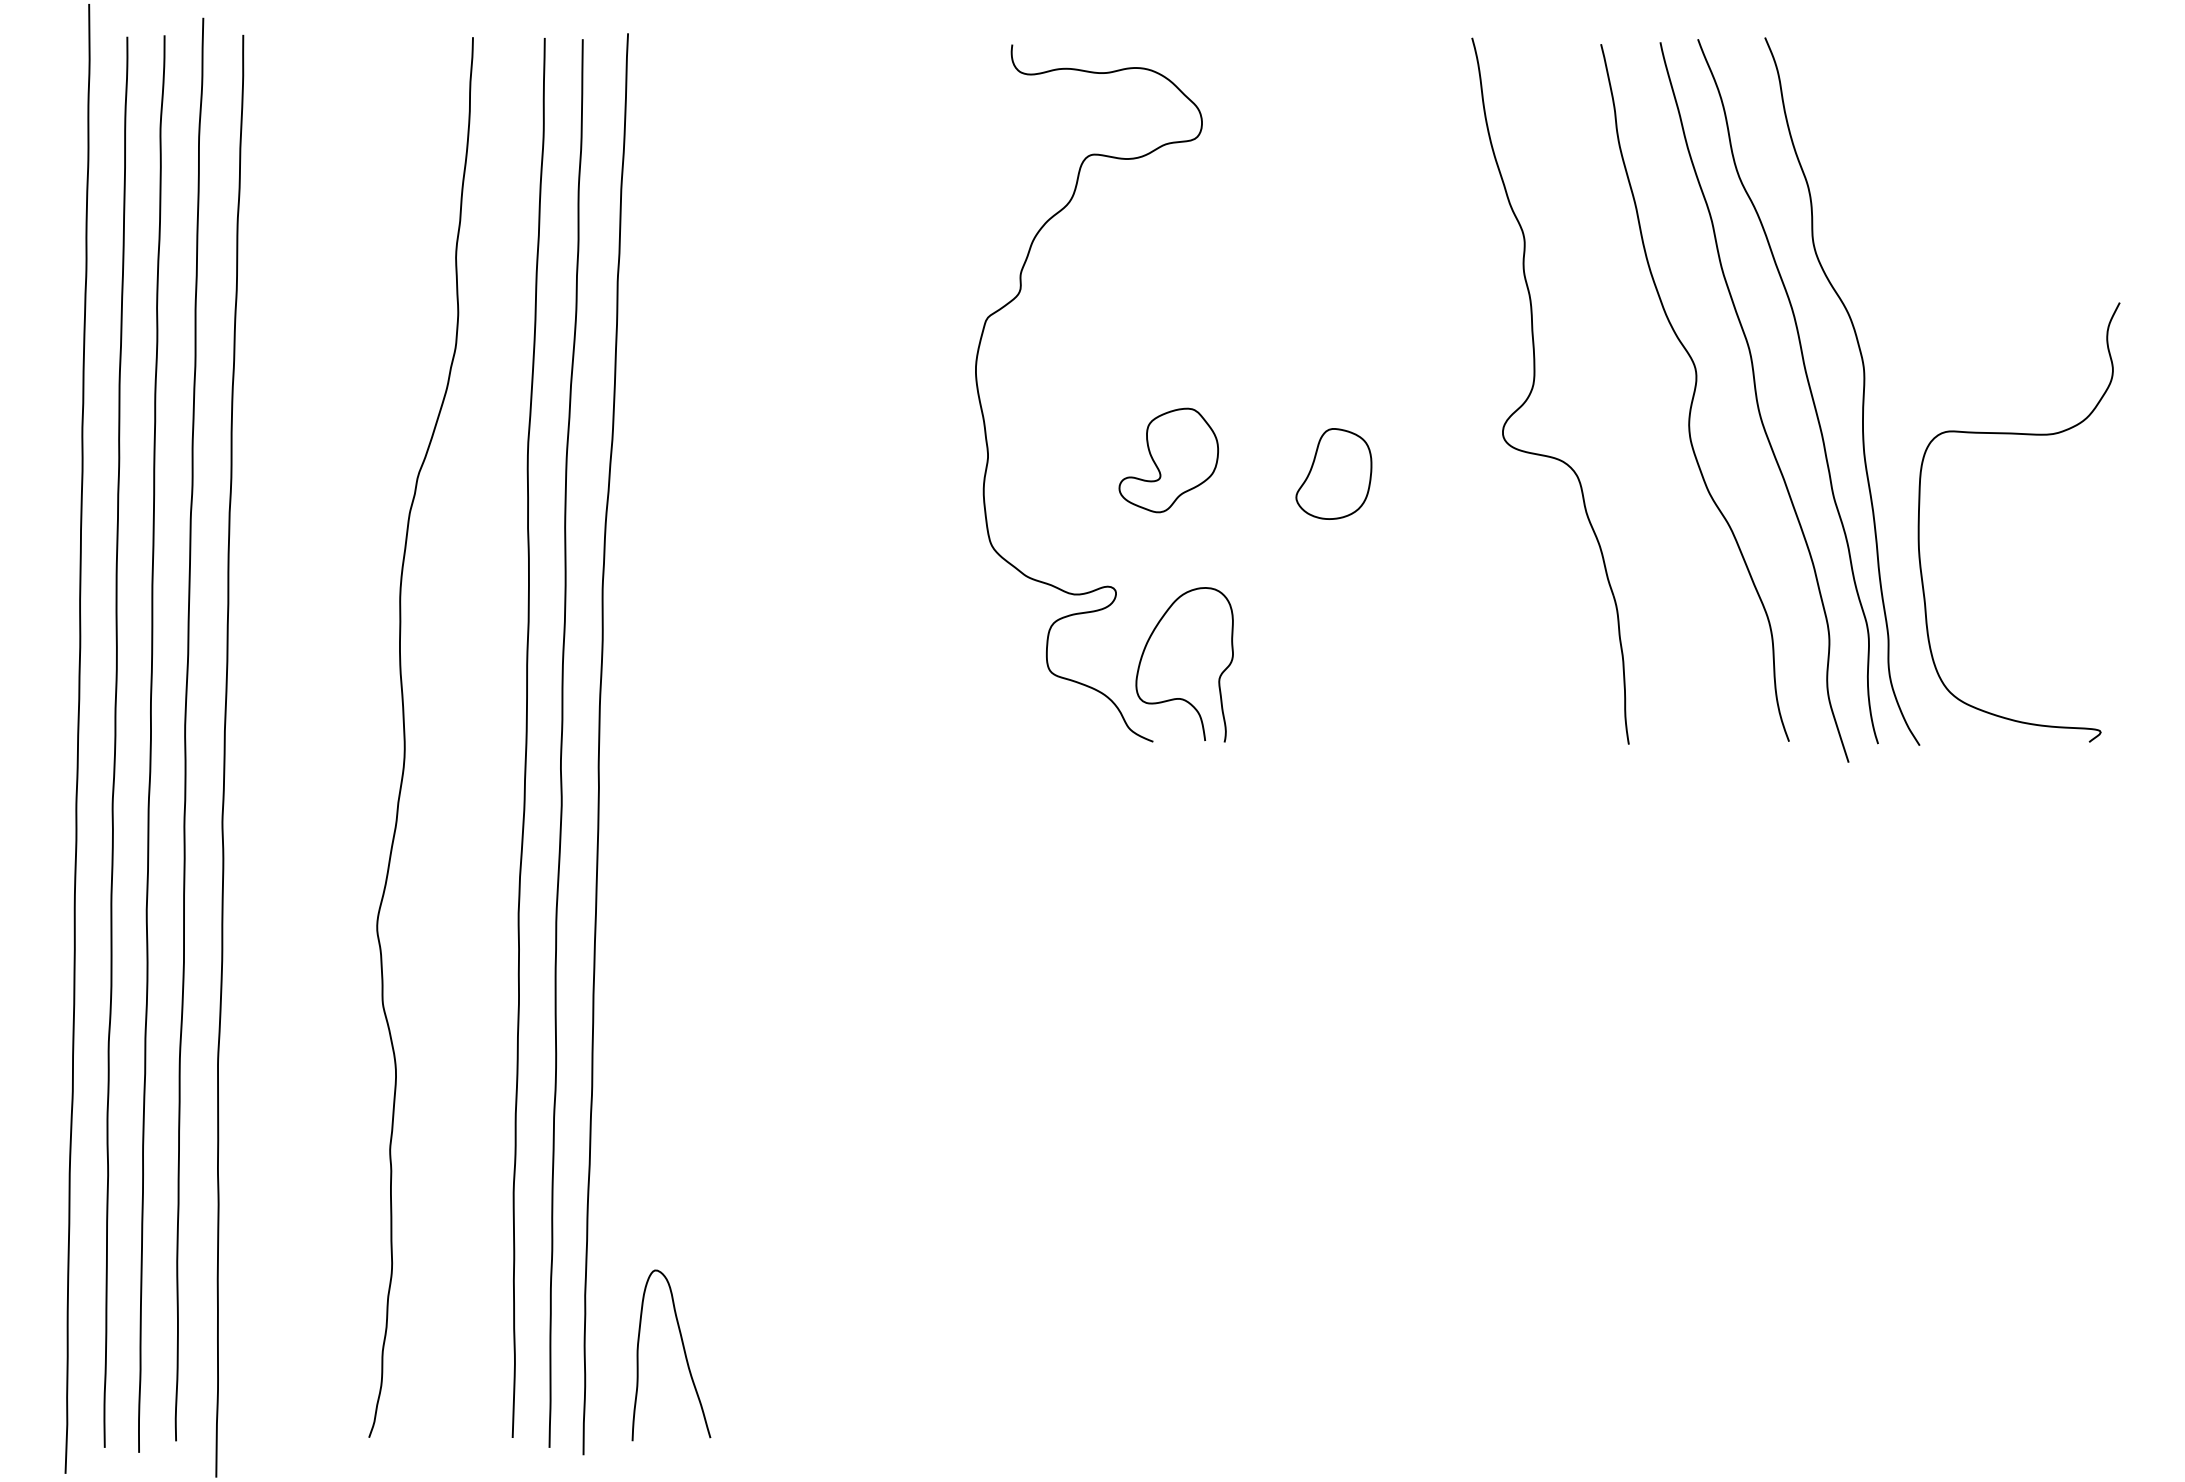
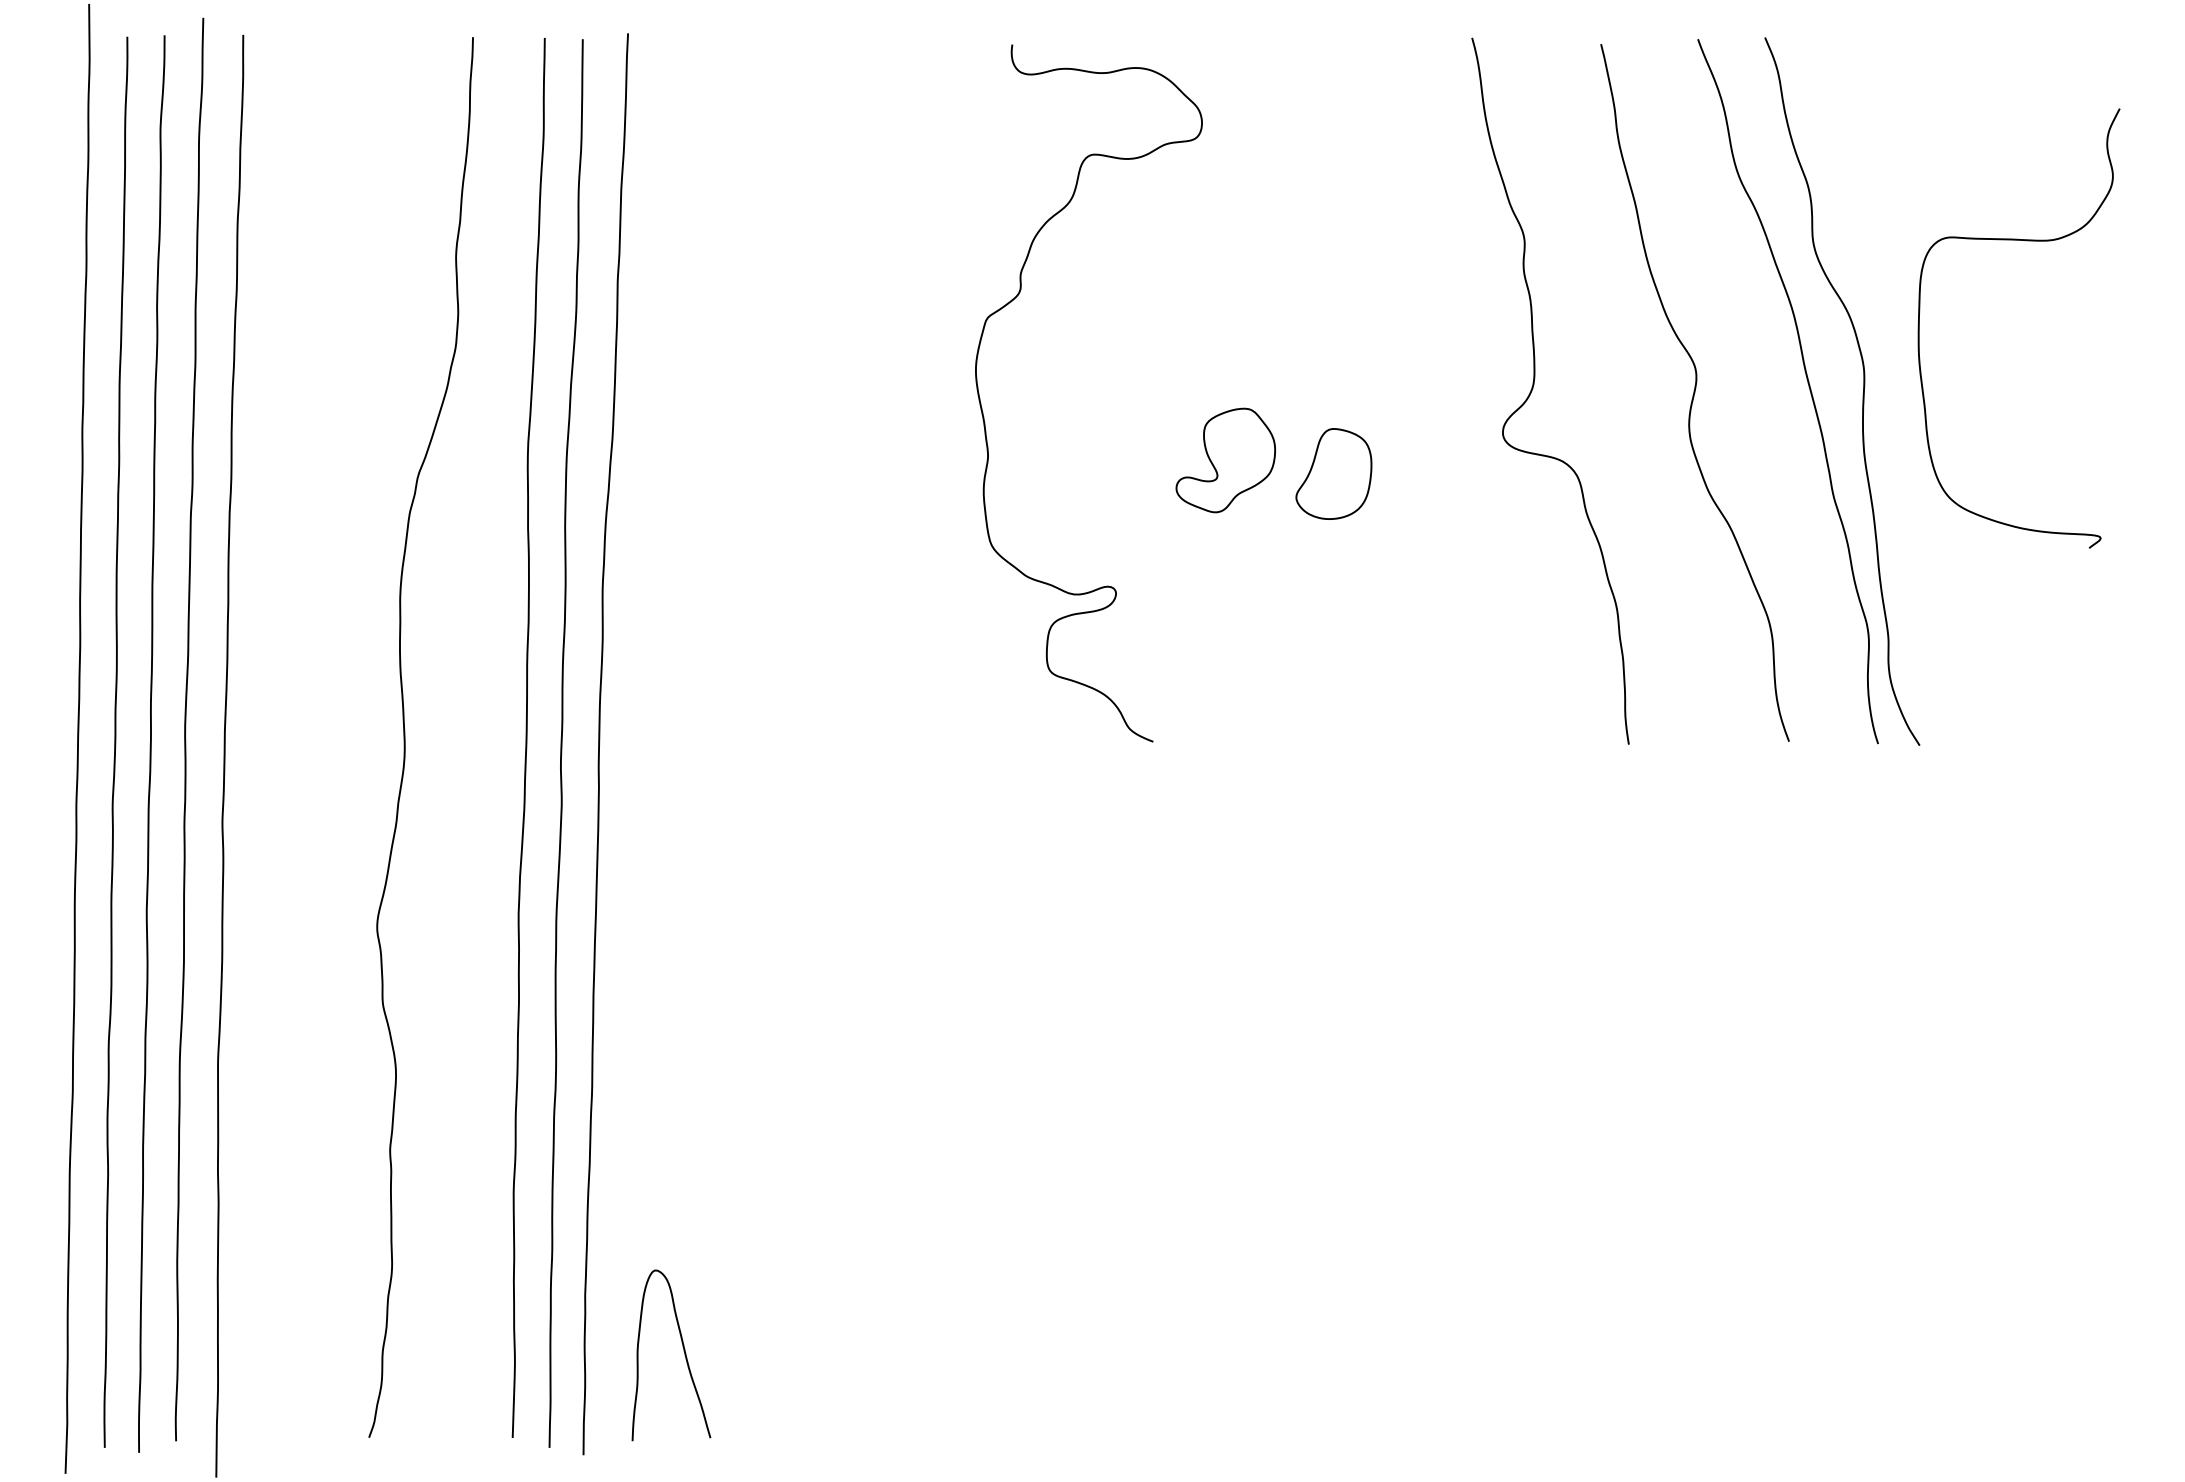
curve at (1756, 402): present -> none
curve at (2025, 435) position: (2025, 435) -> (2025, 241)
part at (1168, 460) position: (1168, 460) -> (1225, 460)
curve at (1183, 698): present -> none
